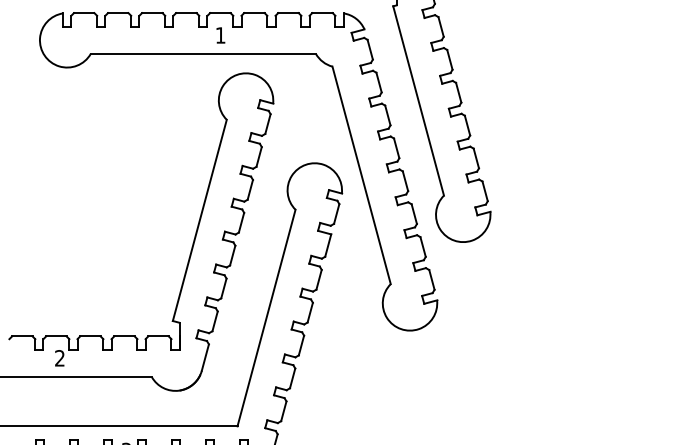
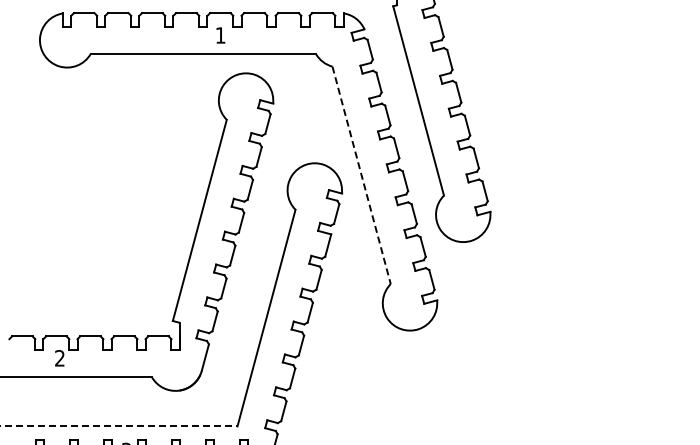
line at (361, 175): solid -> dashed
line at (119, 426): solid -> dashed
